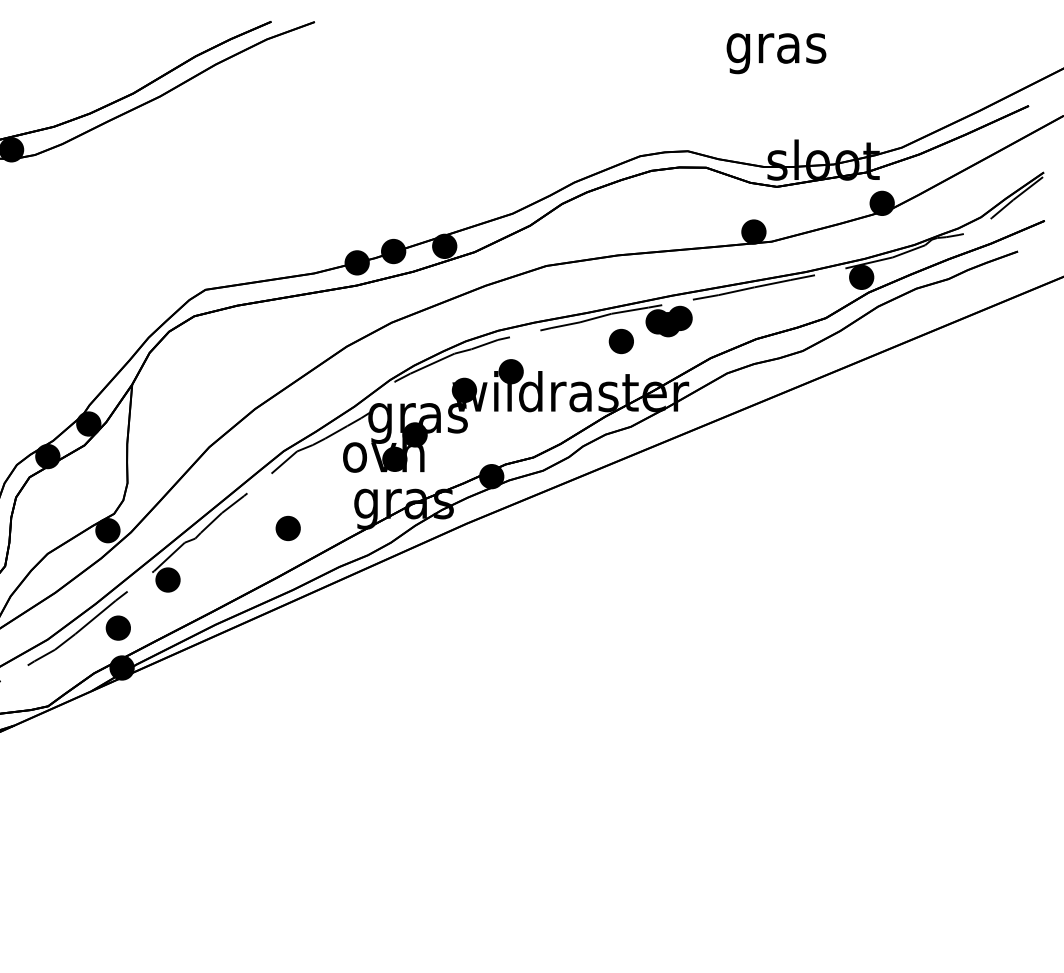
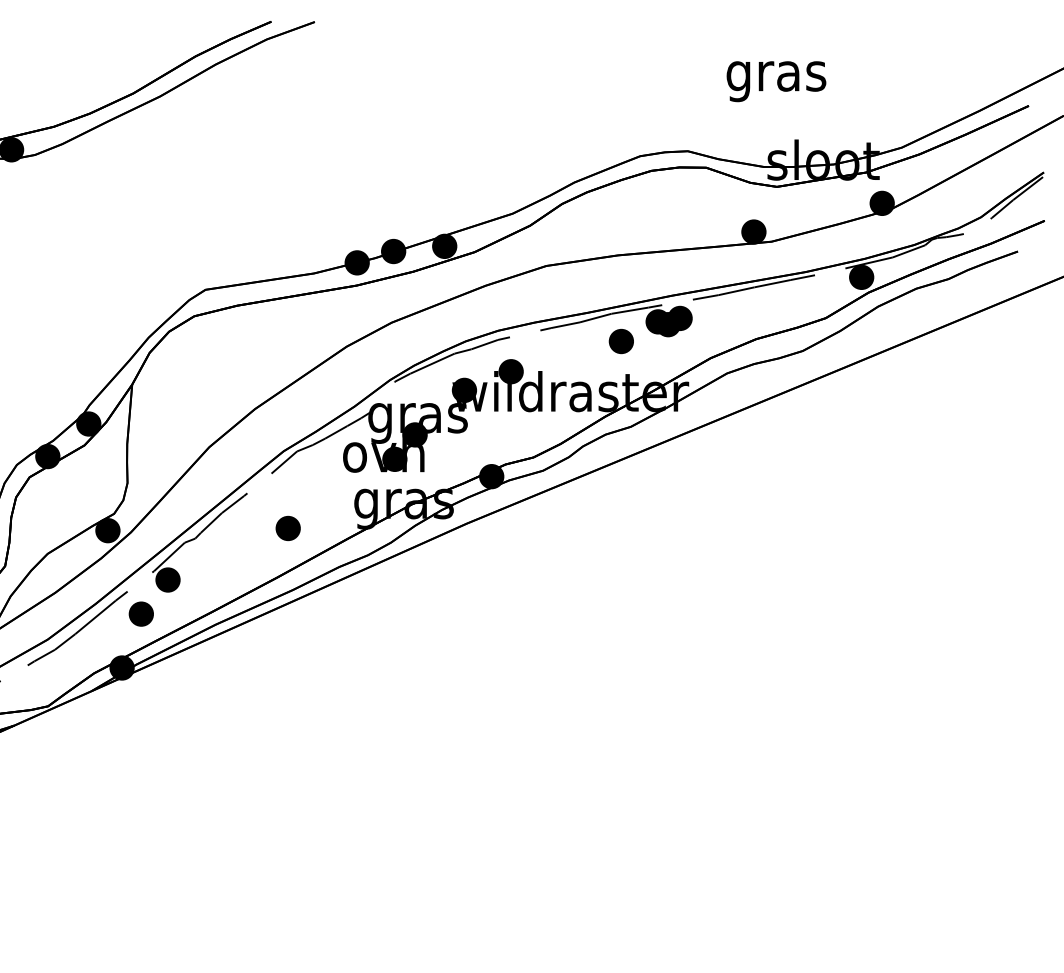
text at (776, 53) position: (776, 53) -> (776, 81)
part at (117, 627) position: (117, 627) -> (140, 613)
